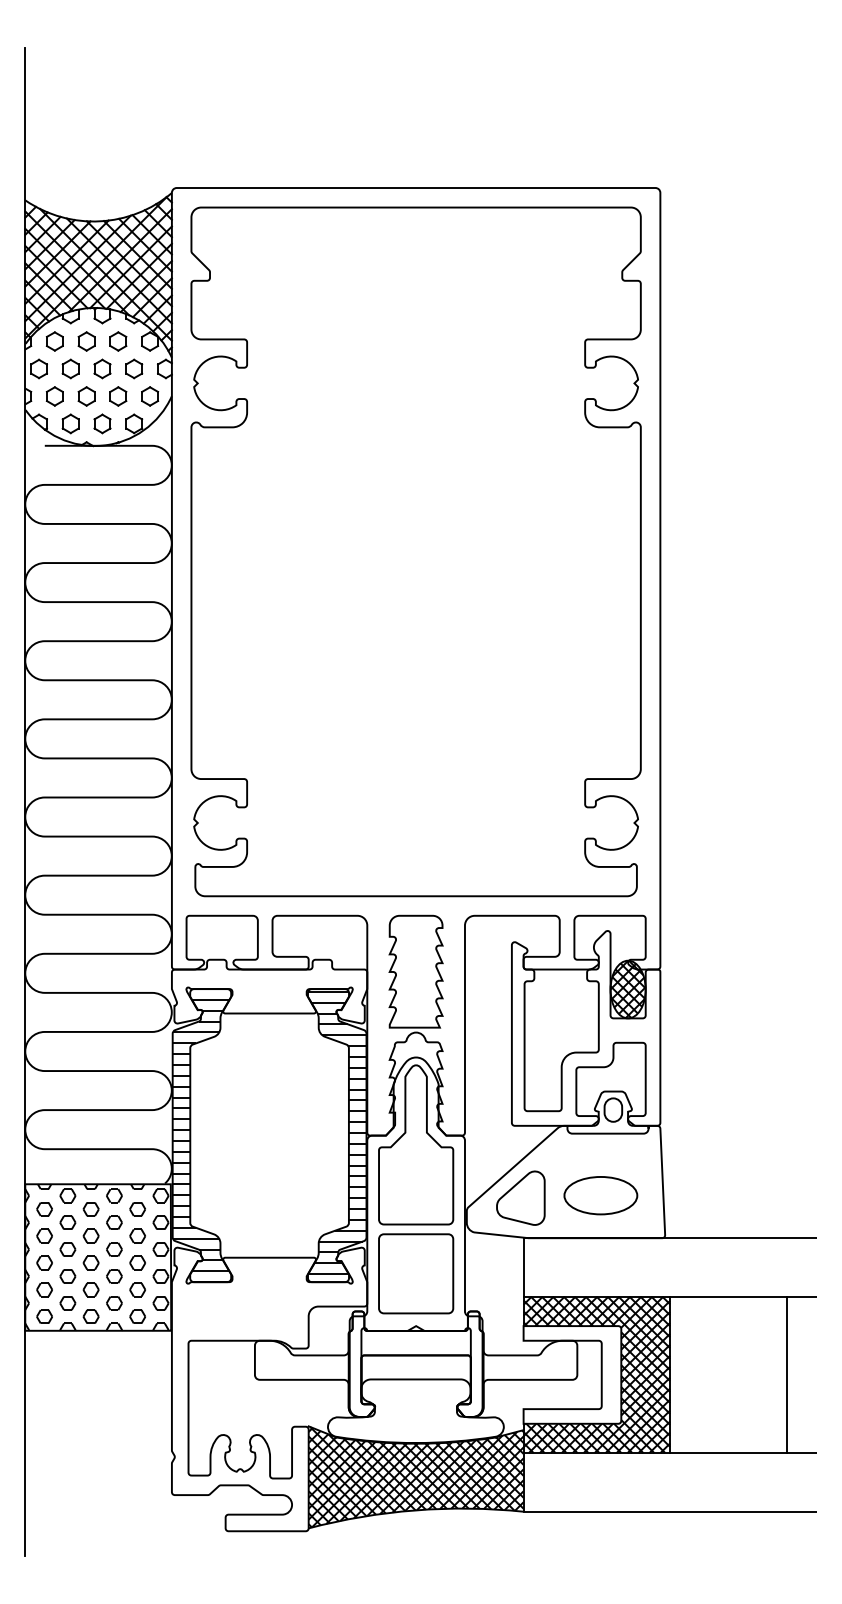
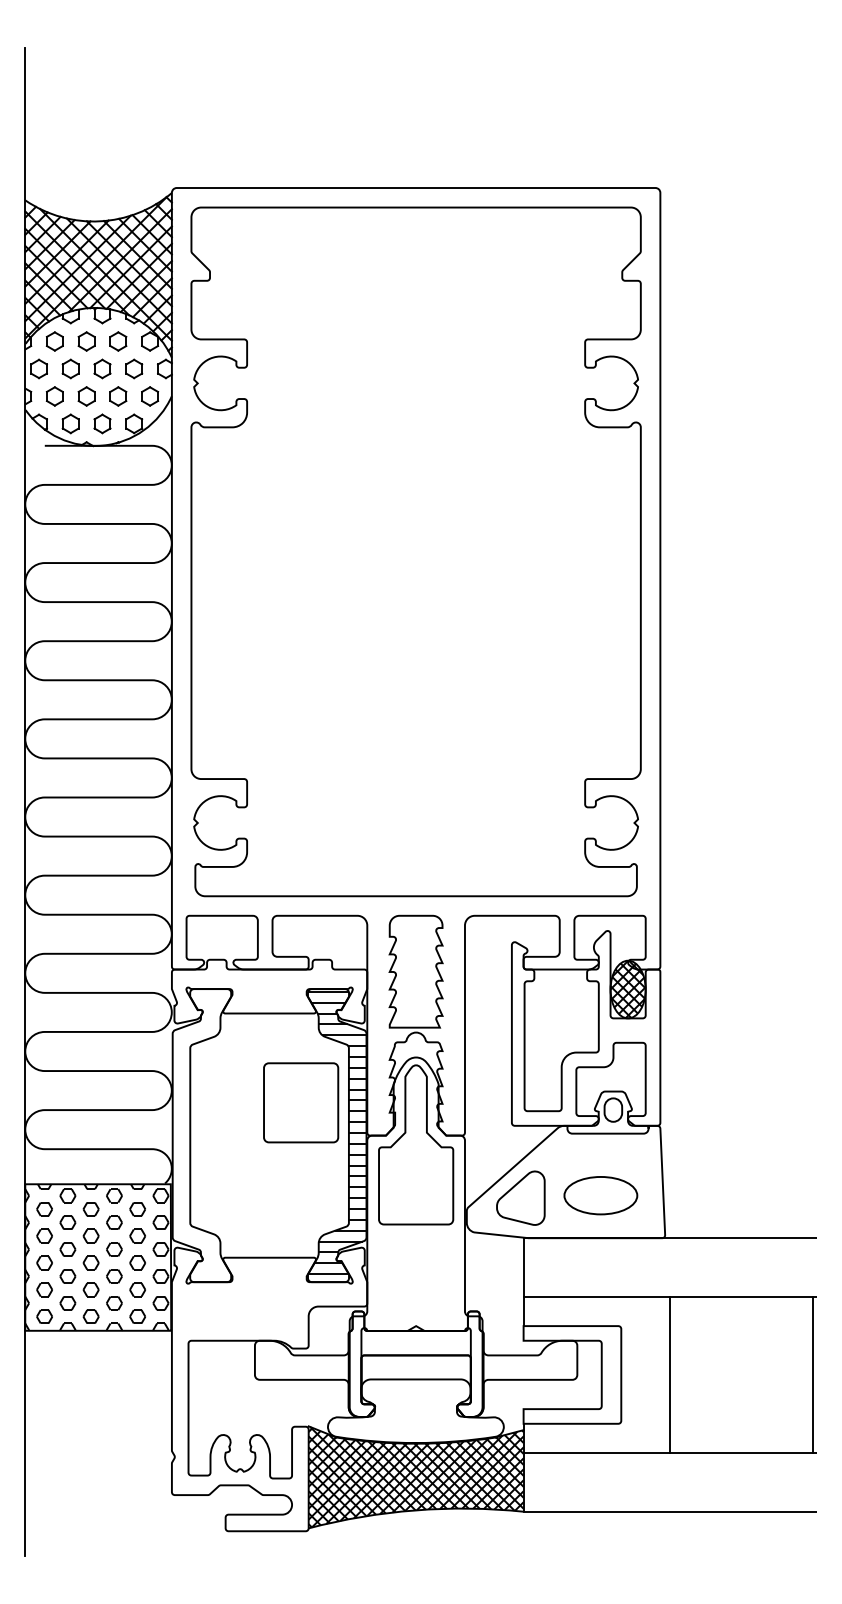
hatch at (200, 1140): present -> none
part at (416, 1273) position: (416, 1273) -> (301, 1102)
hatch at (596, 1374): present -> none
line at (787, 1374) position: (787, 1374) -> (813, 1374)
